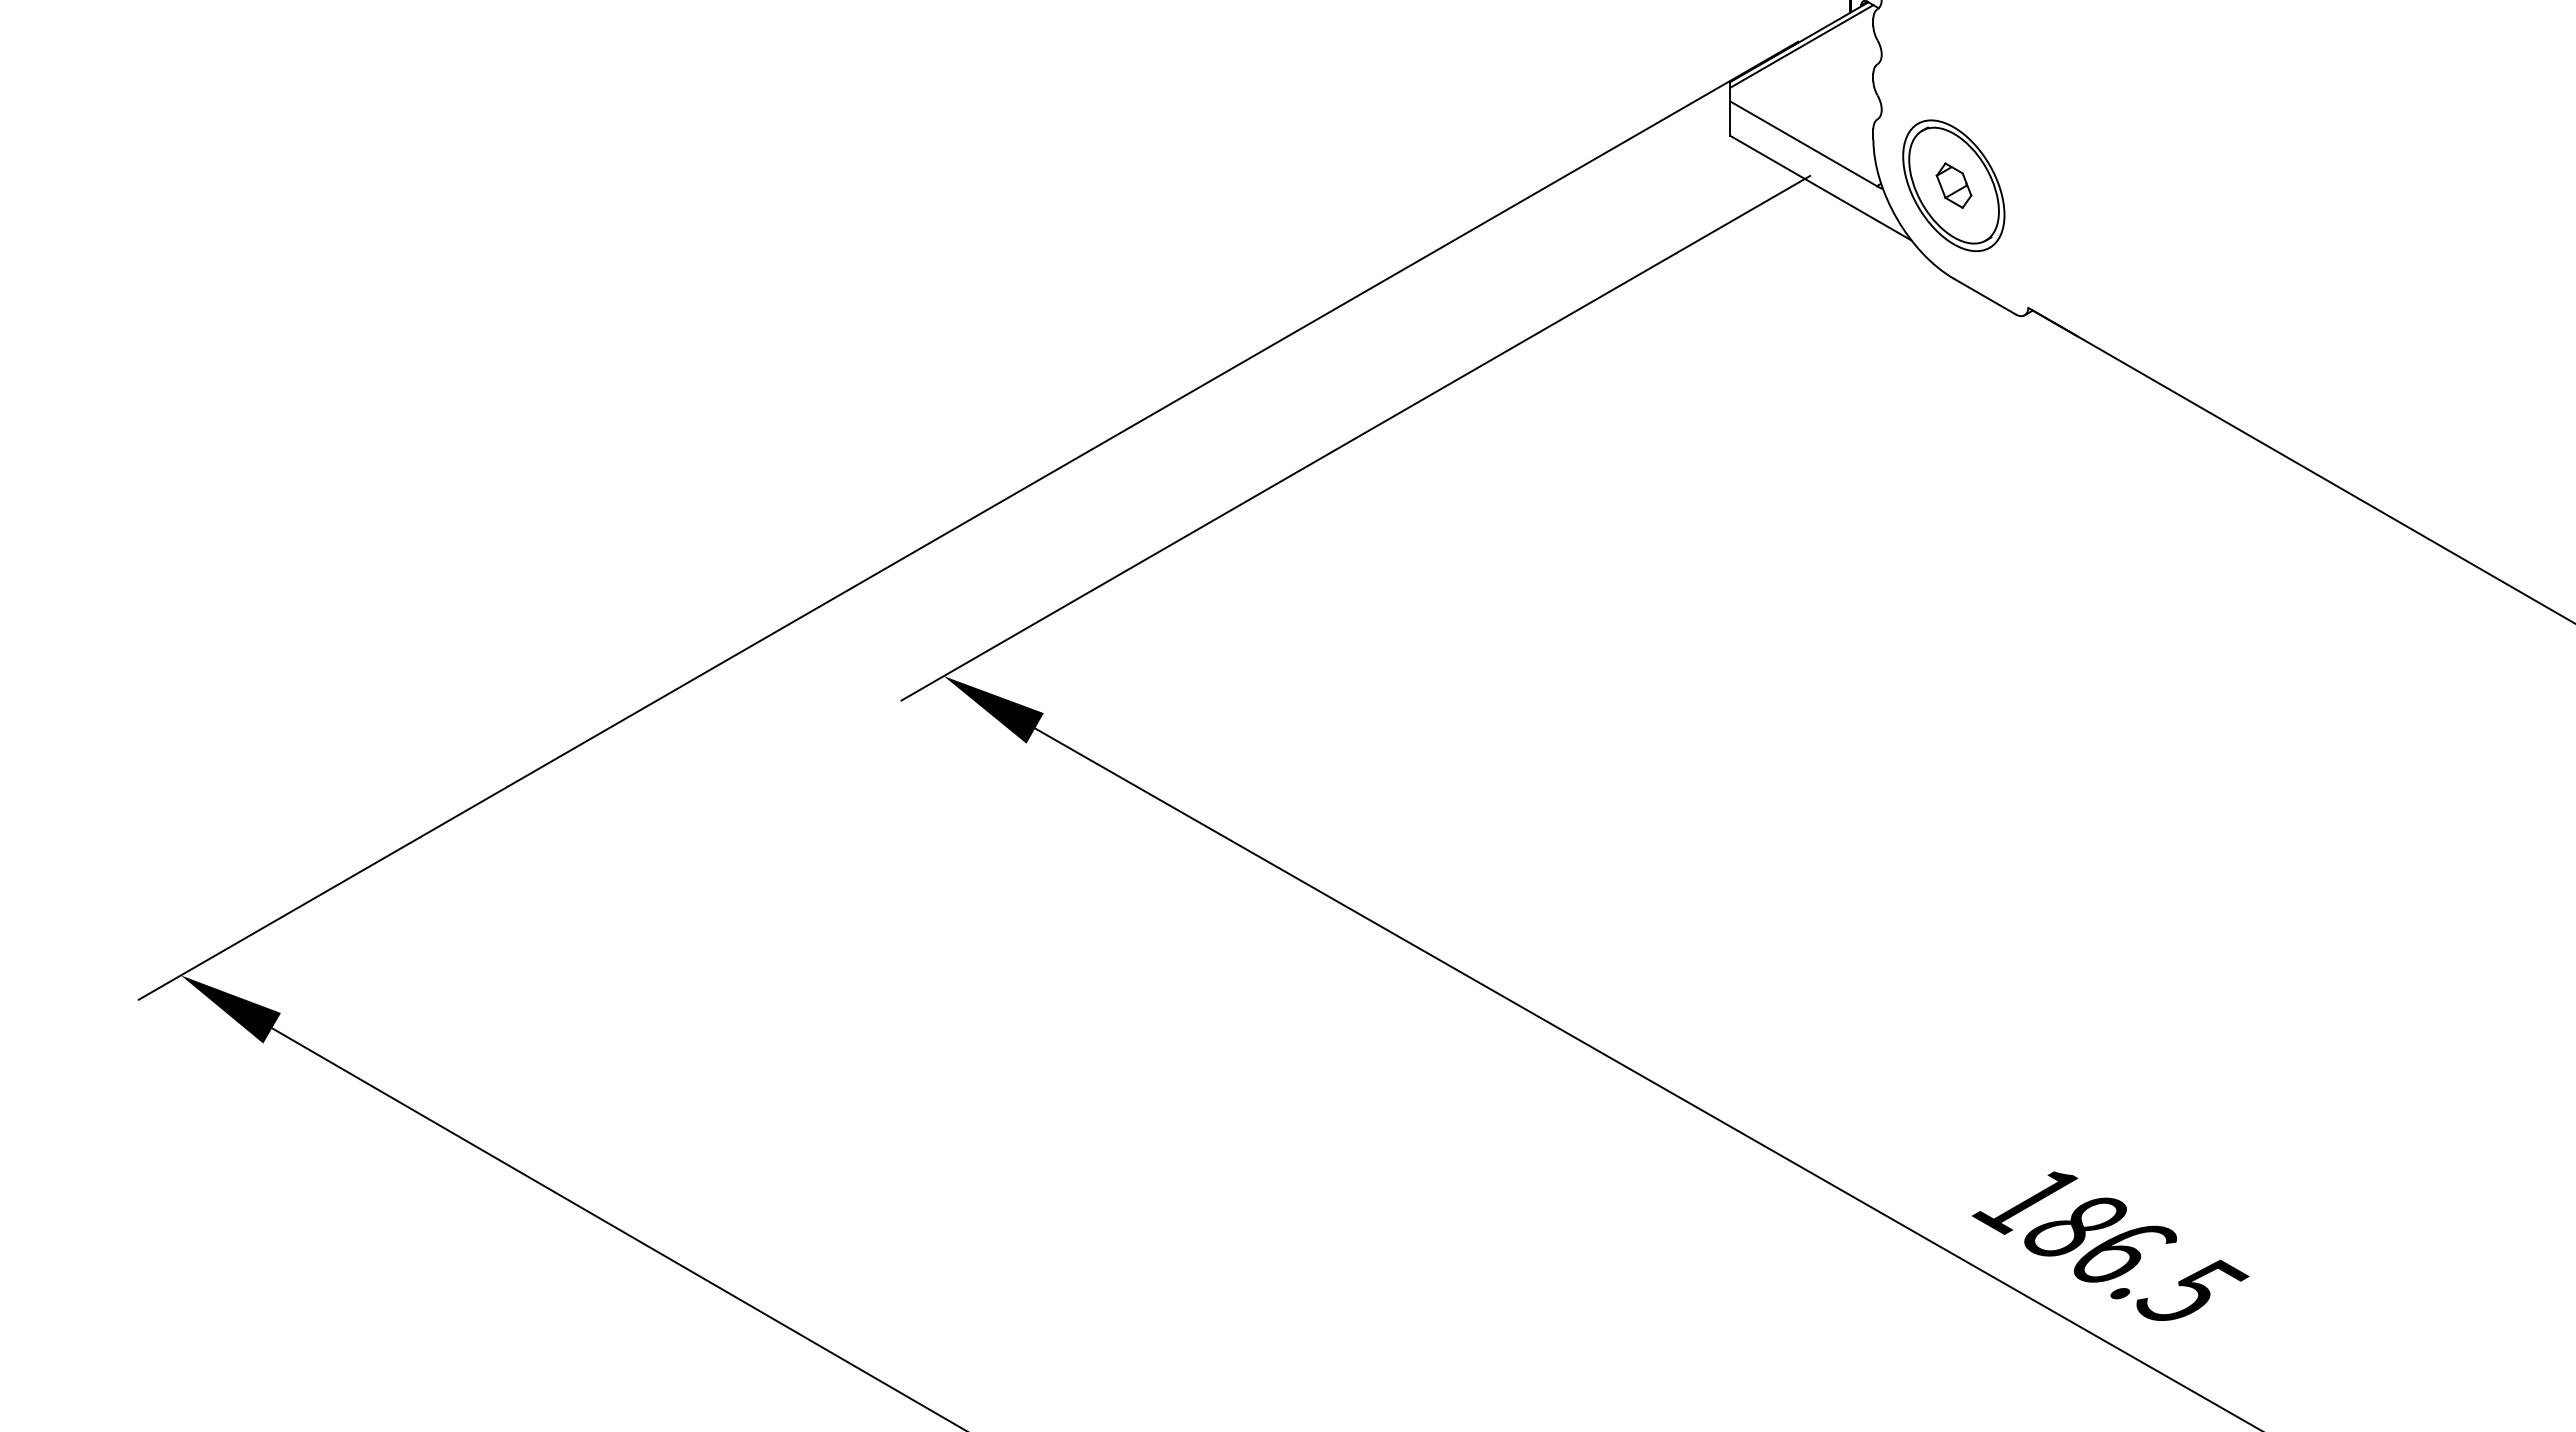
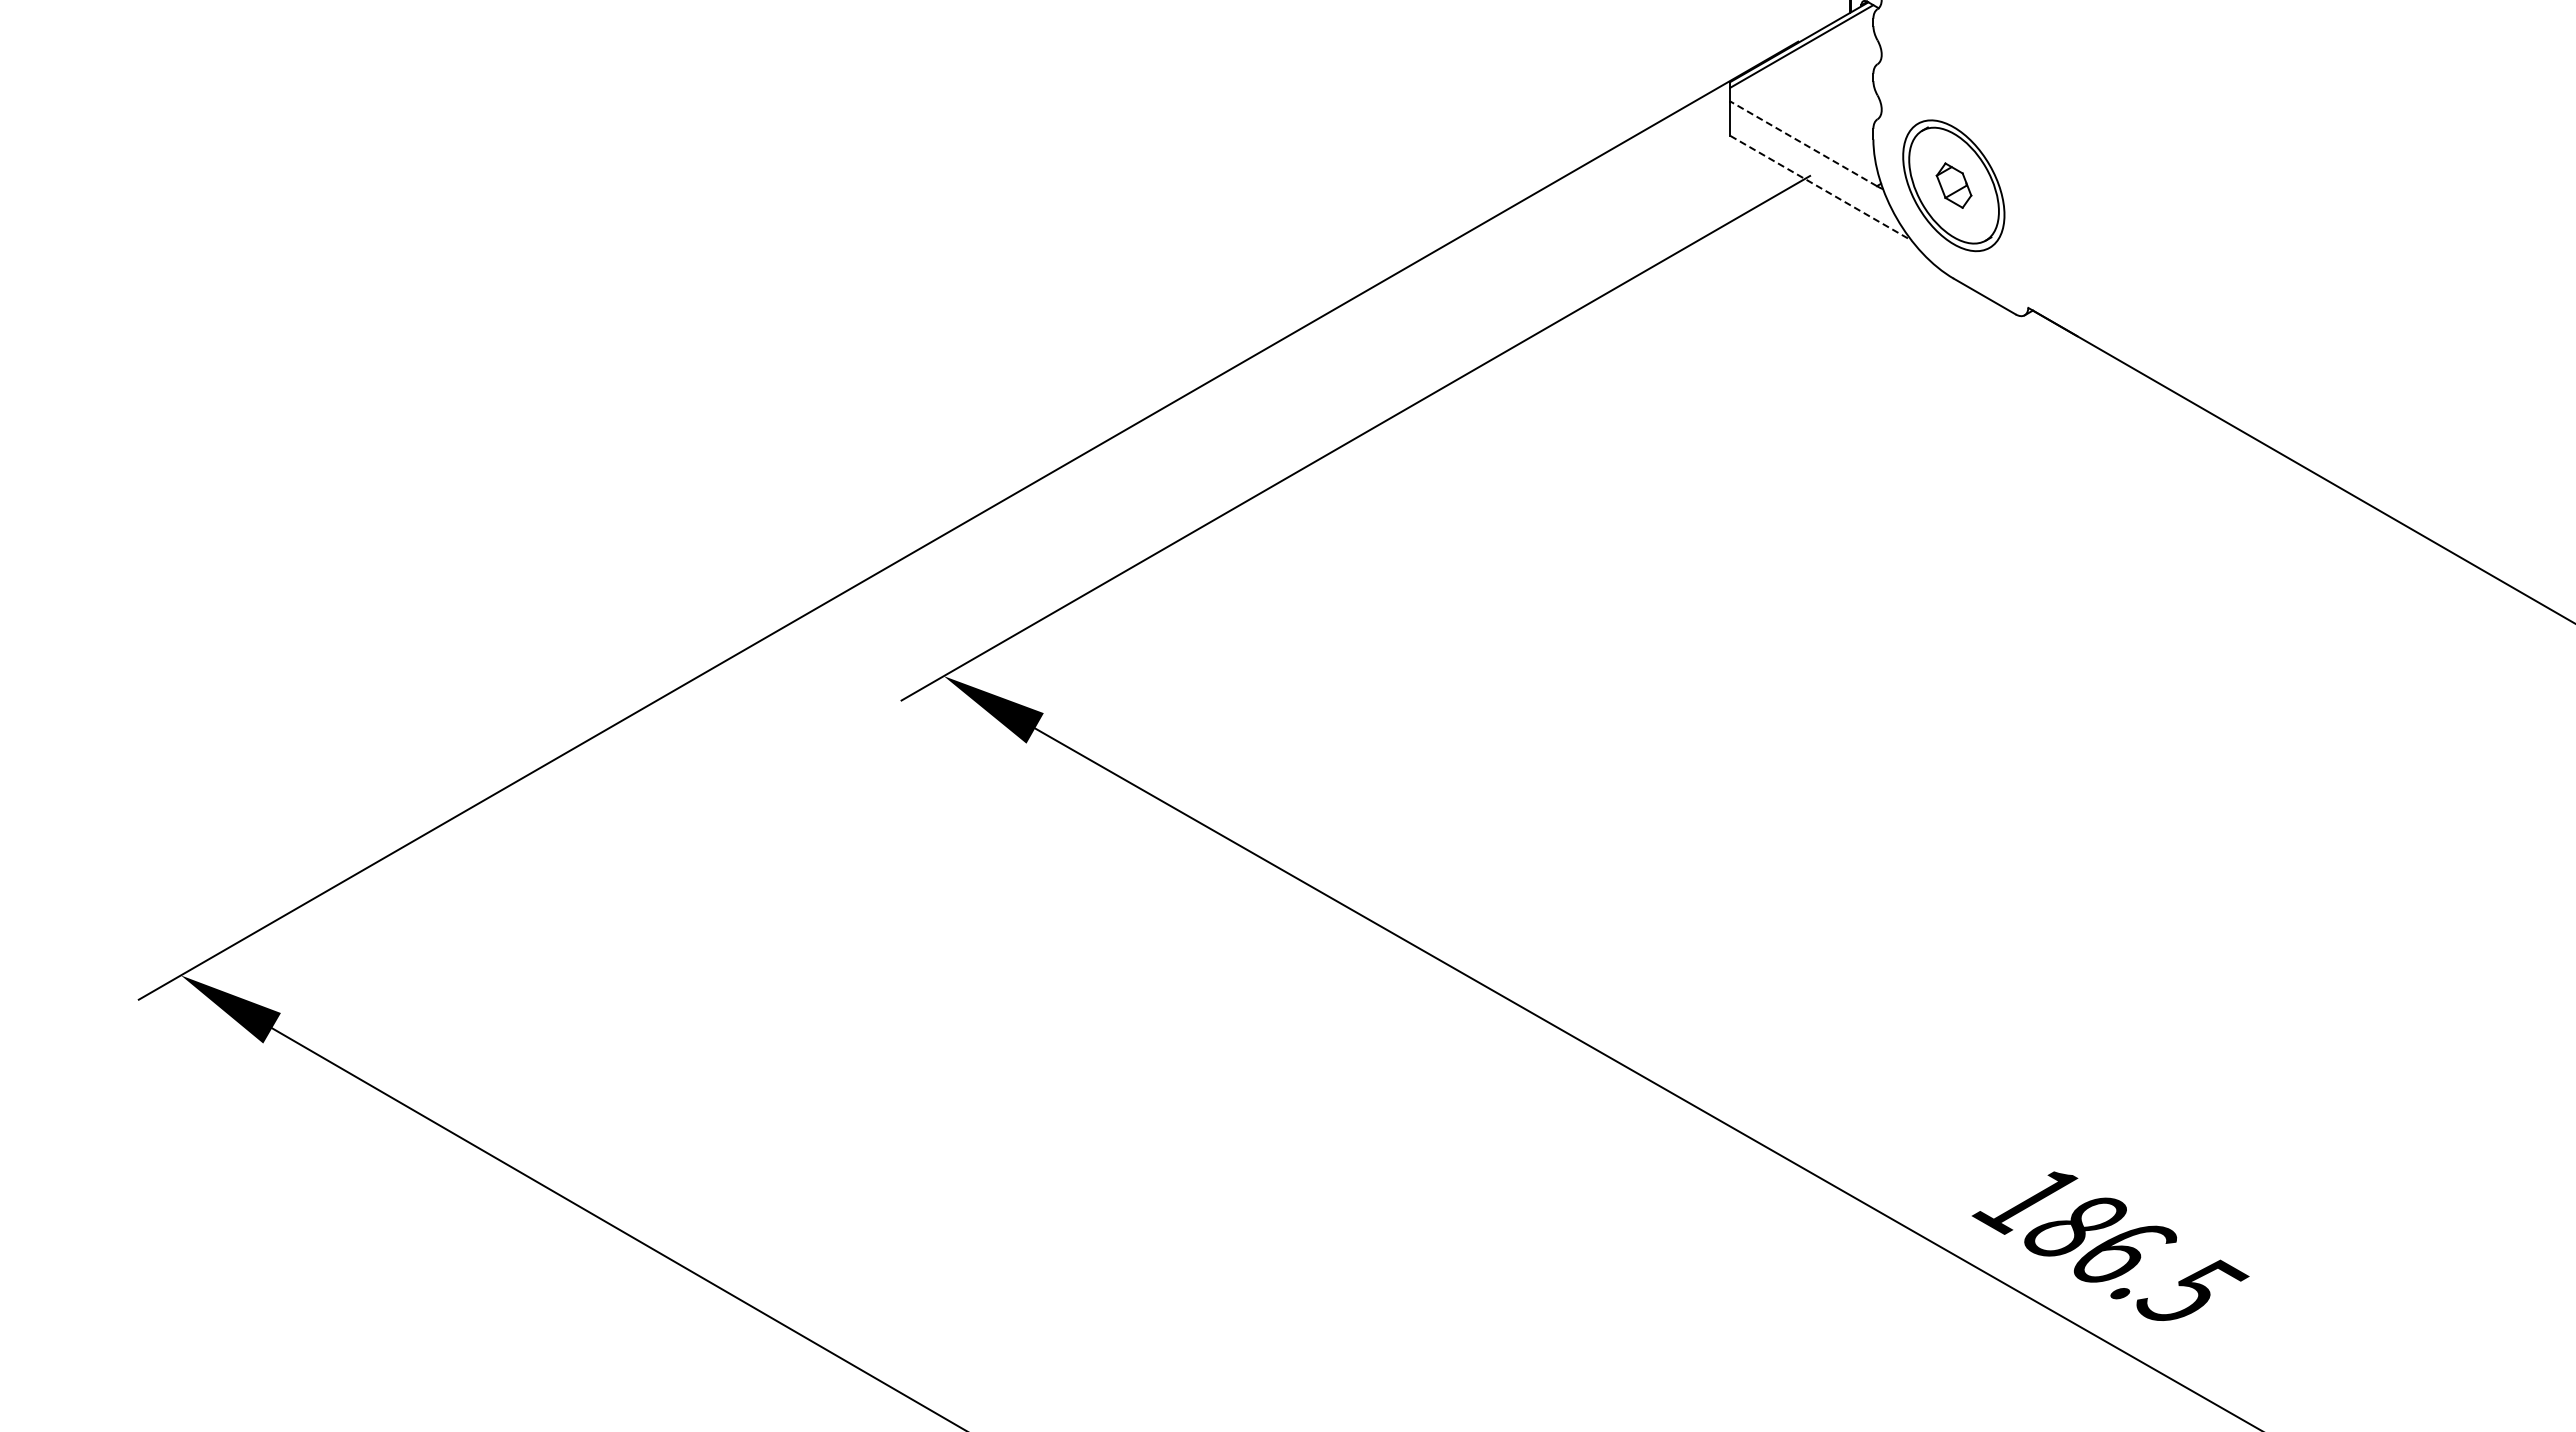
line at (1803, 143): solid -> dashed
line at (1821, 188): solid -> dashed
